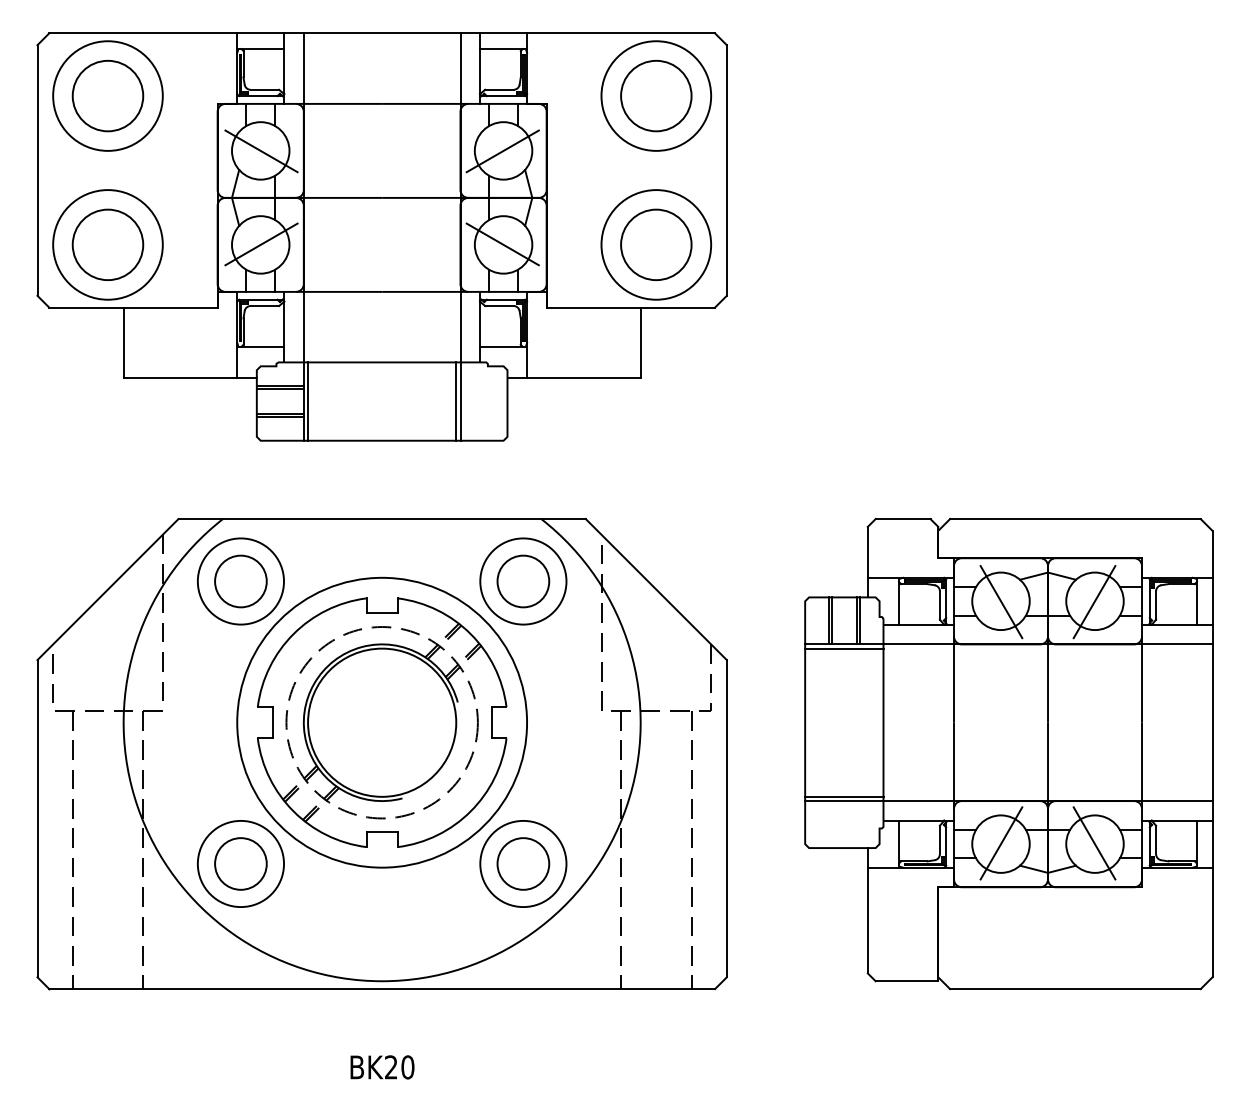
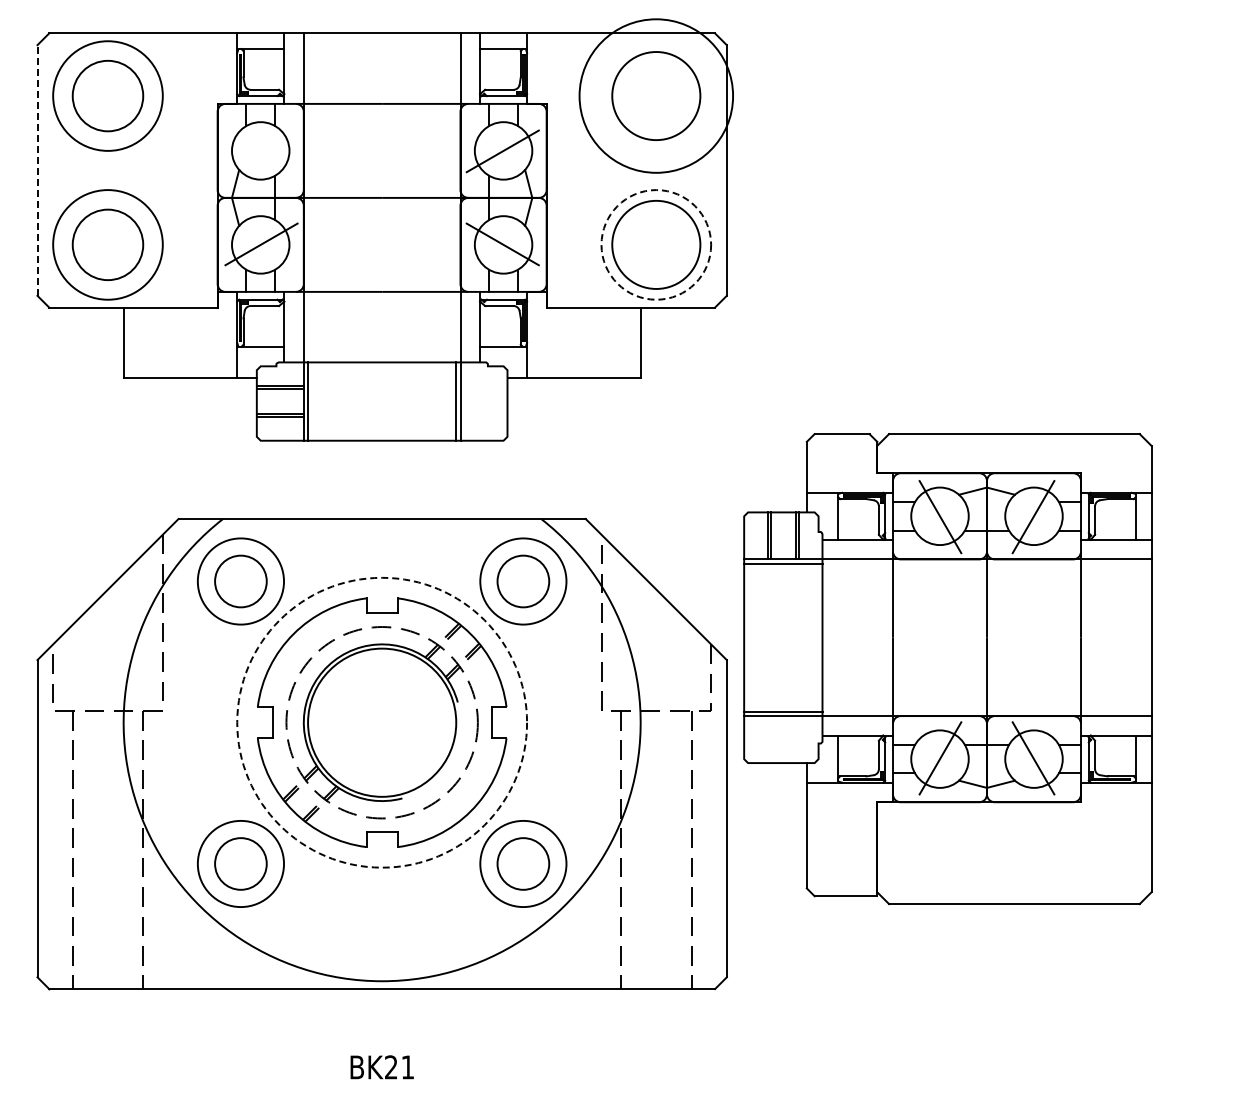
circle at (656, 95) diameter: 110 px -> 154 px
circle at (656, 95) diameter: 71 px -> 88 px
line at (261, 151): present -> none
line at (37, 170): solid -> dashed
circle at (656, 244) diameter: 71 px -> 88 px
circle at (656, 244): solid -> dashed
circle at (382, 722): solid -> dashed
part at (1008, 754) position: (1008, 754) -> (947, 669)
text at (407, 1067): BK20 -> BK21
